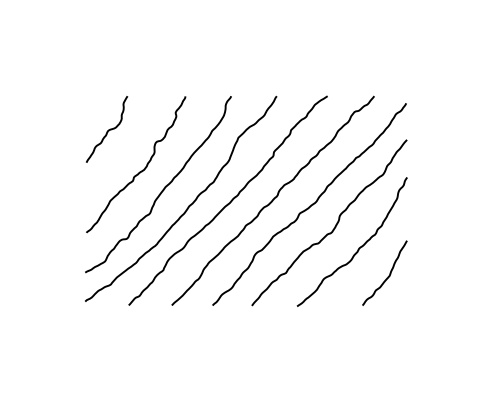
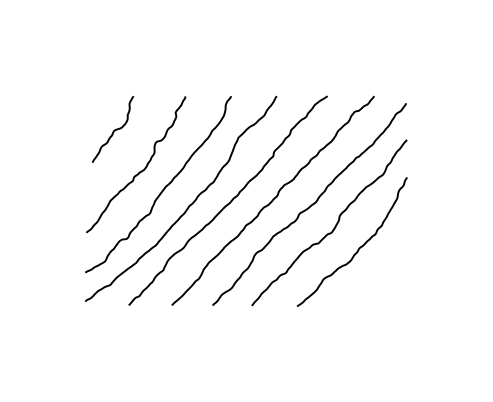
curve at (108, 129) position: (108, 129) -> (114, 129)
curve at (389, 272): present -> none
